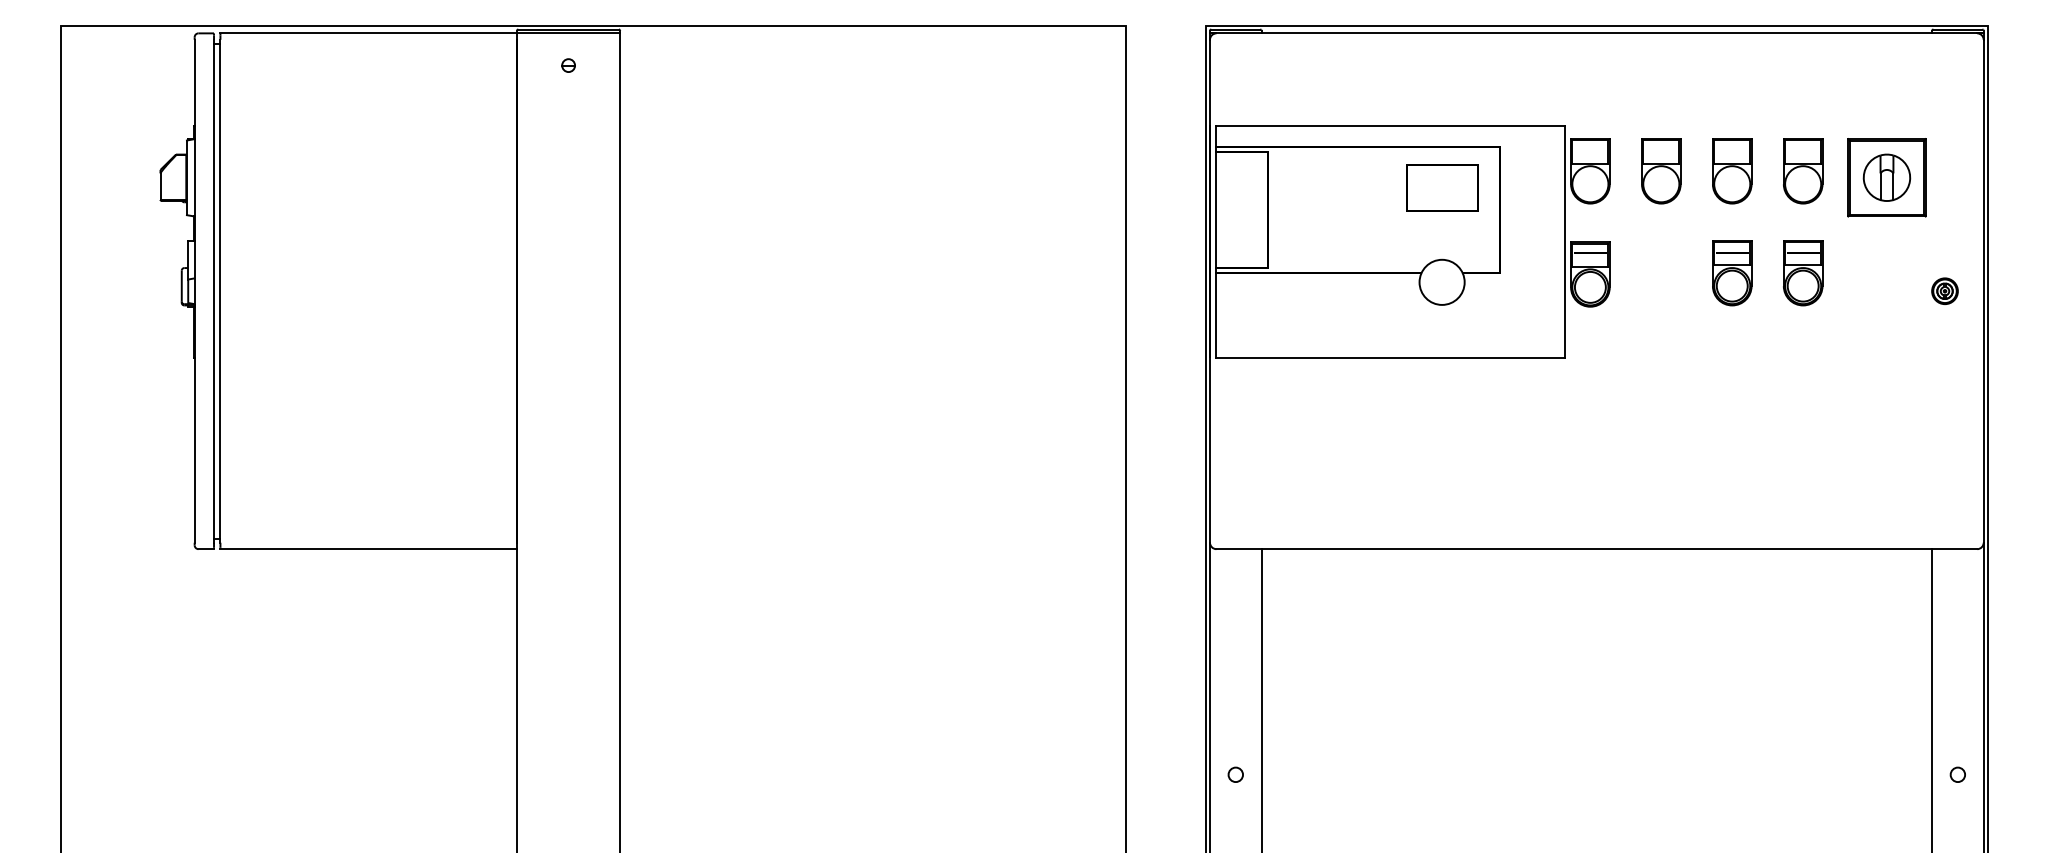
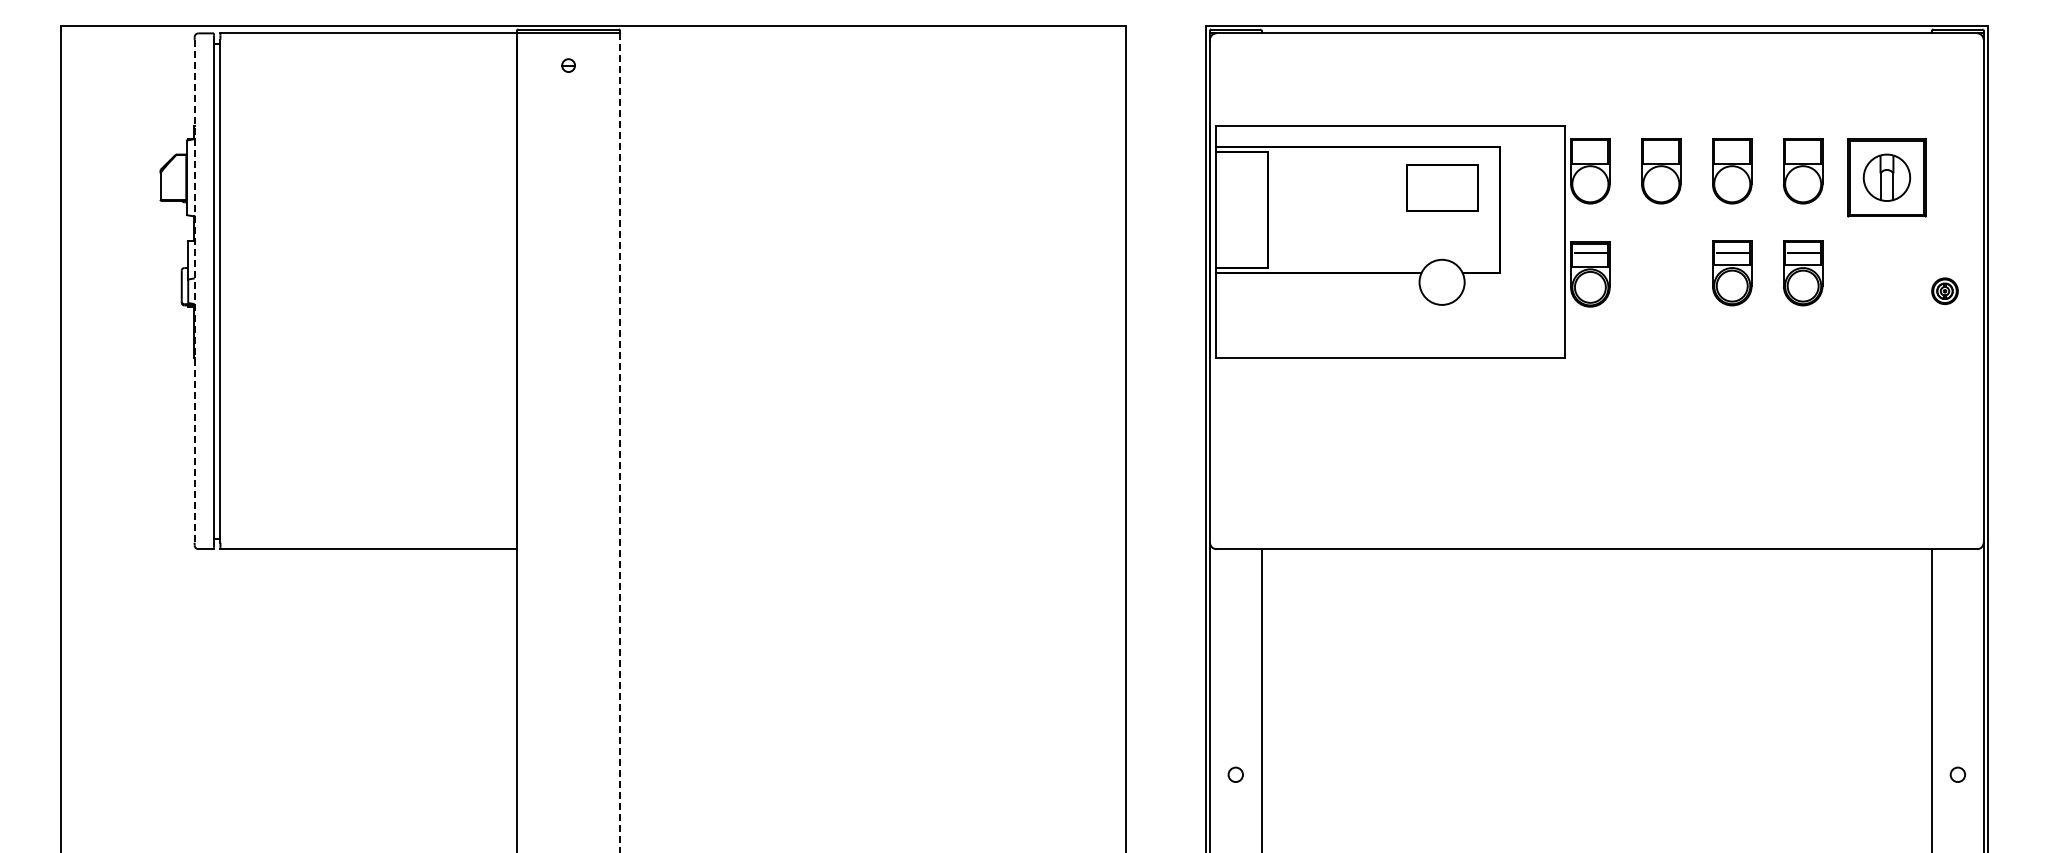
line at (194, 291): solid -> dashed
line at (620, 443): solid -> dashed
